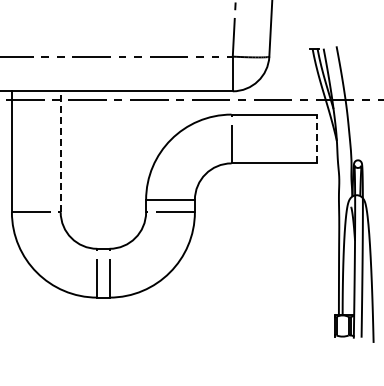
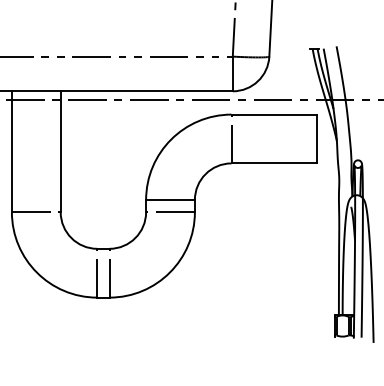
line at (316, 138): dashed -> solid
line at (60, 151): dashed -> solid
